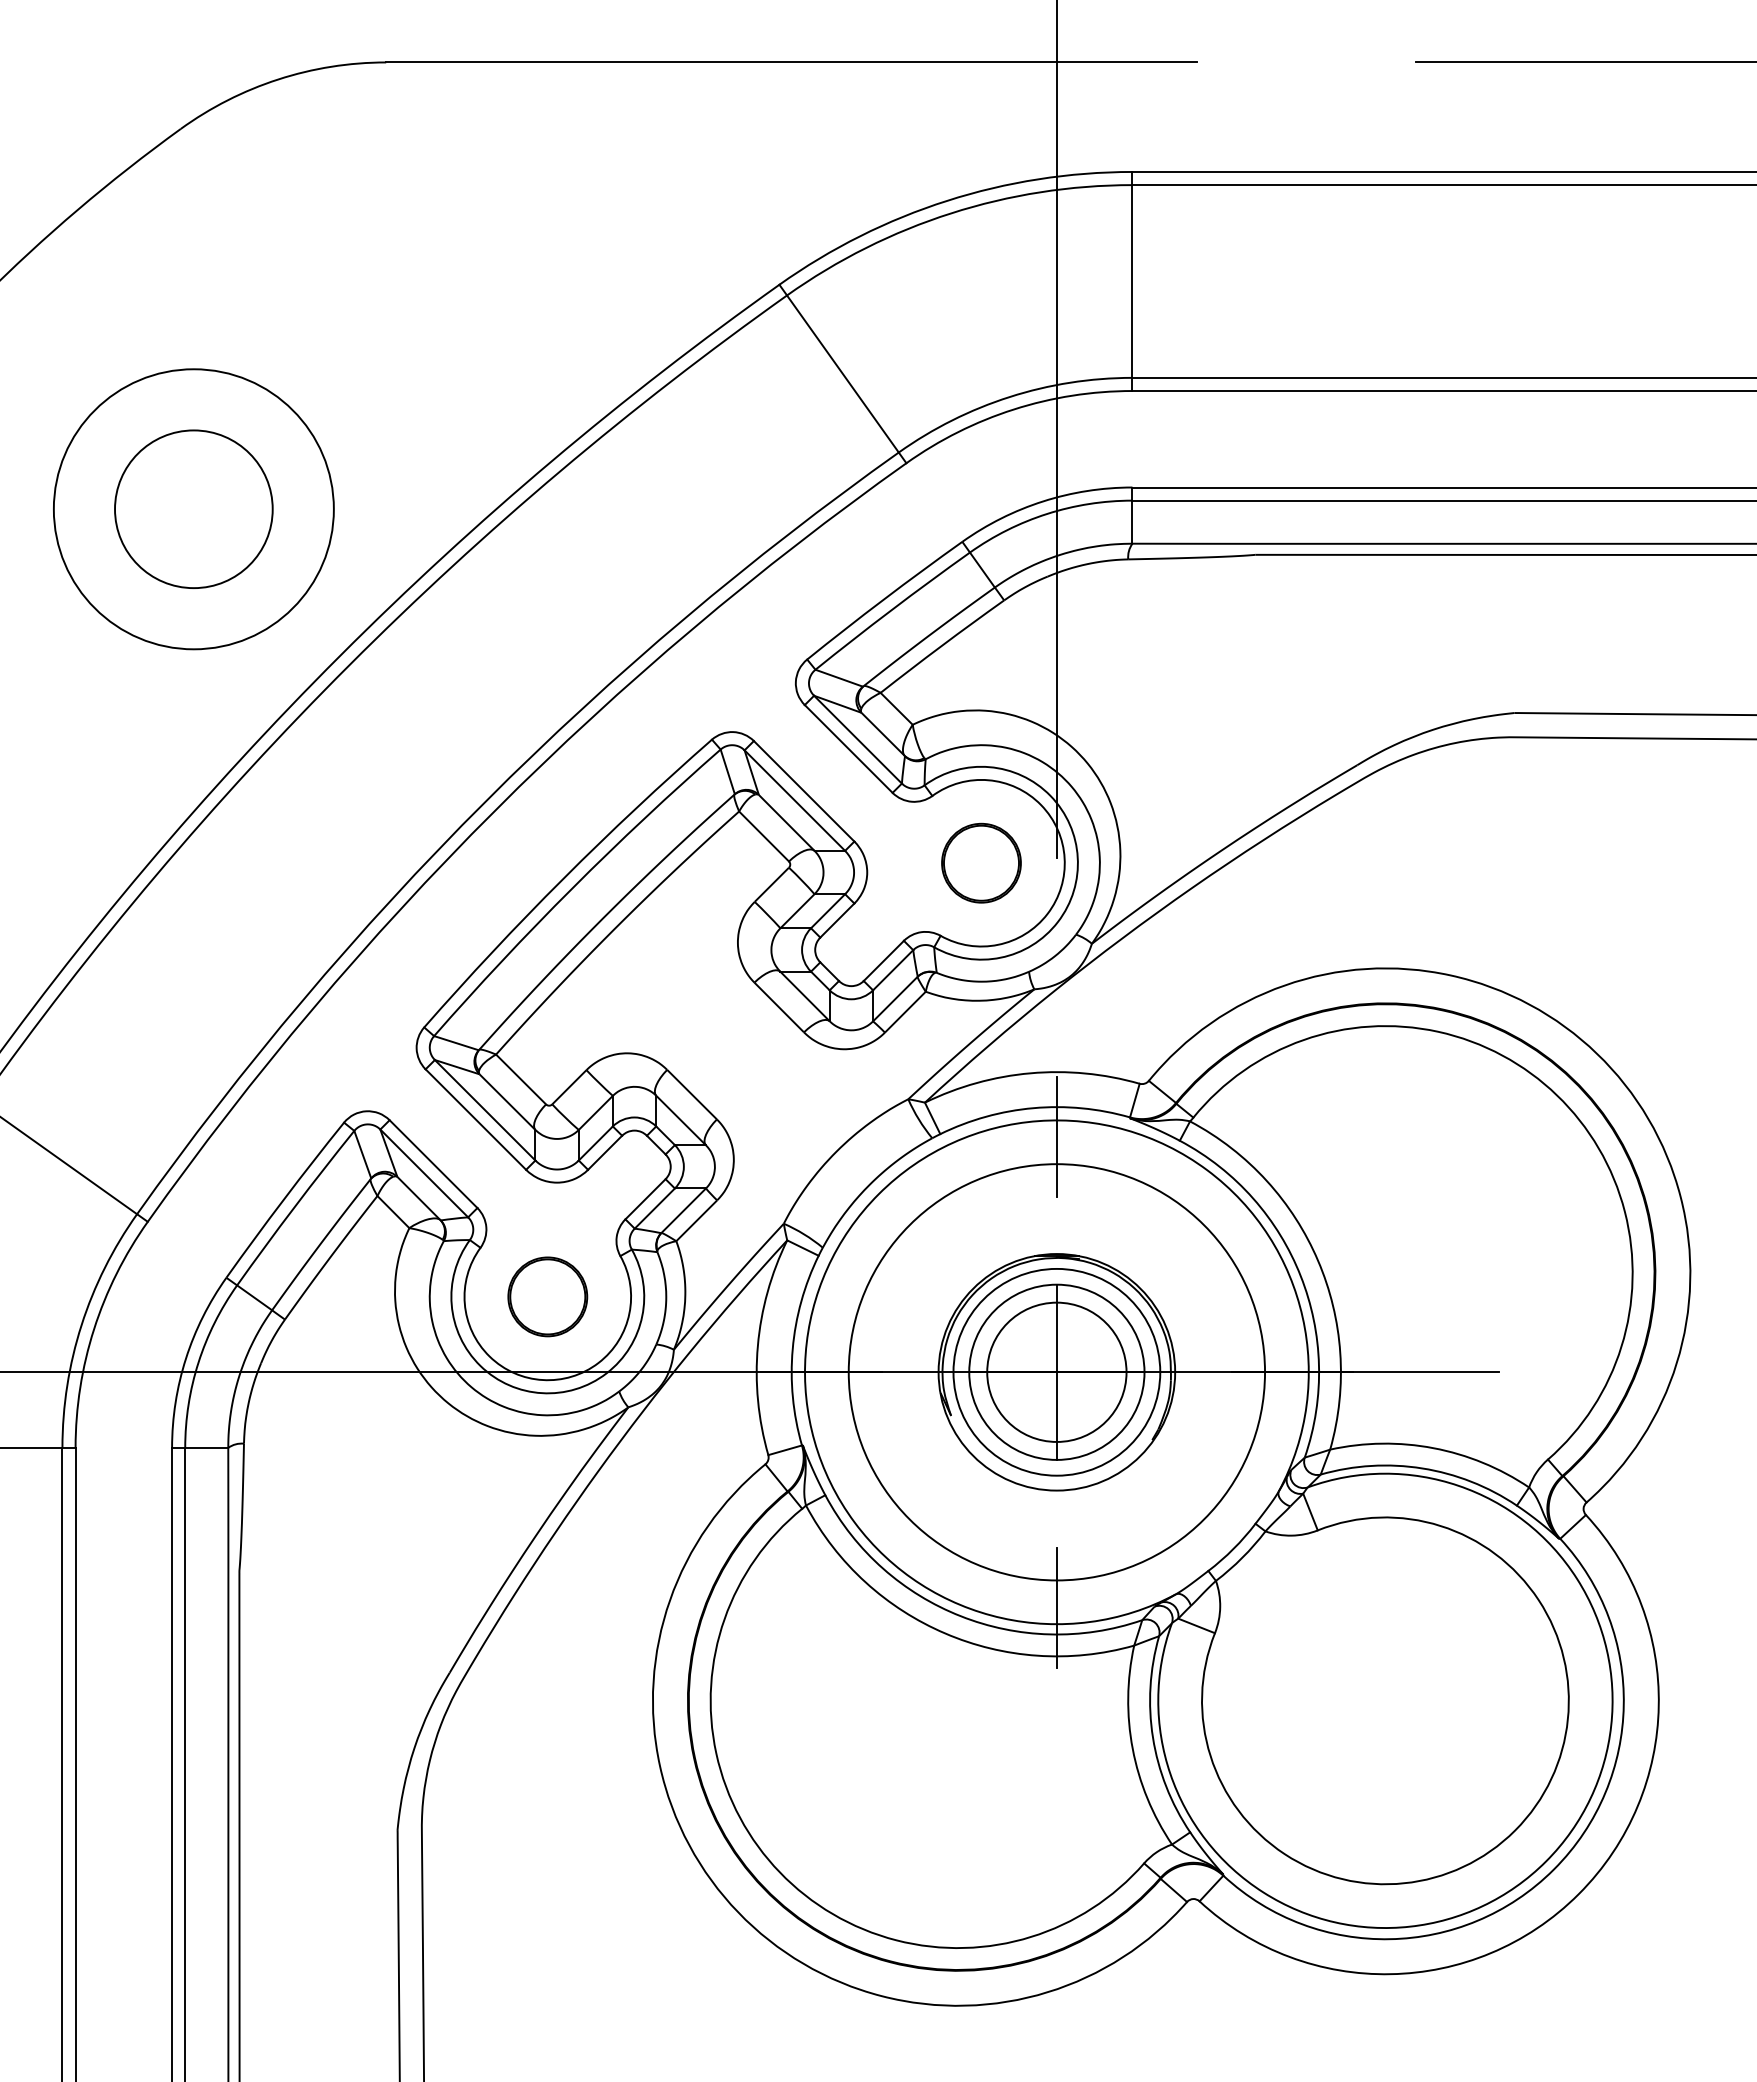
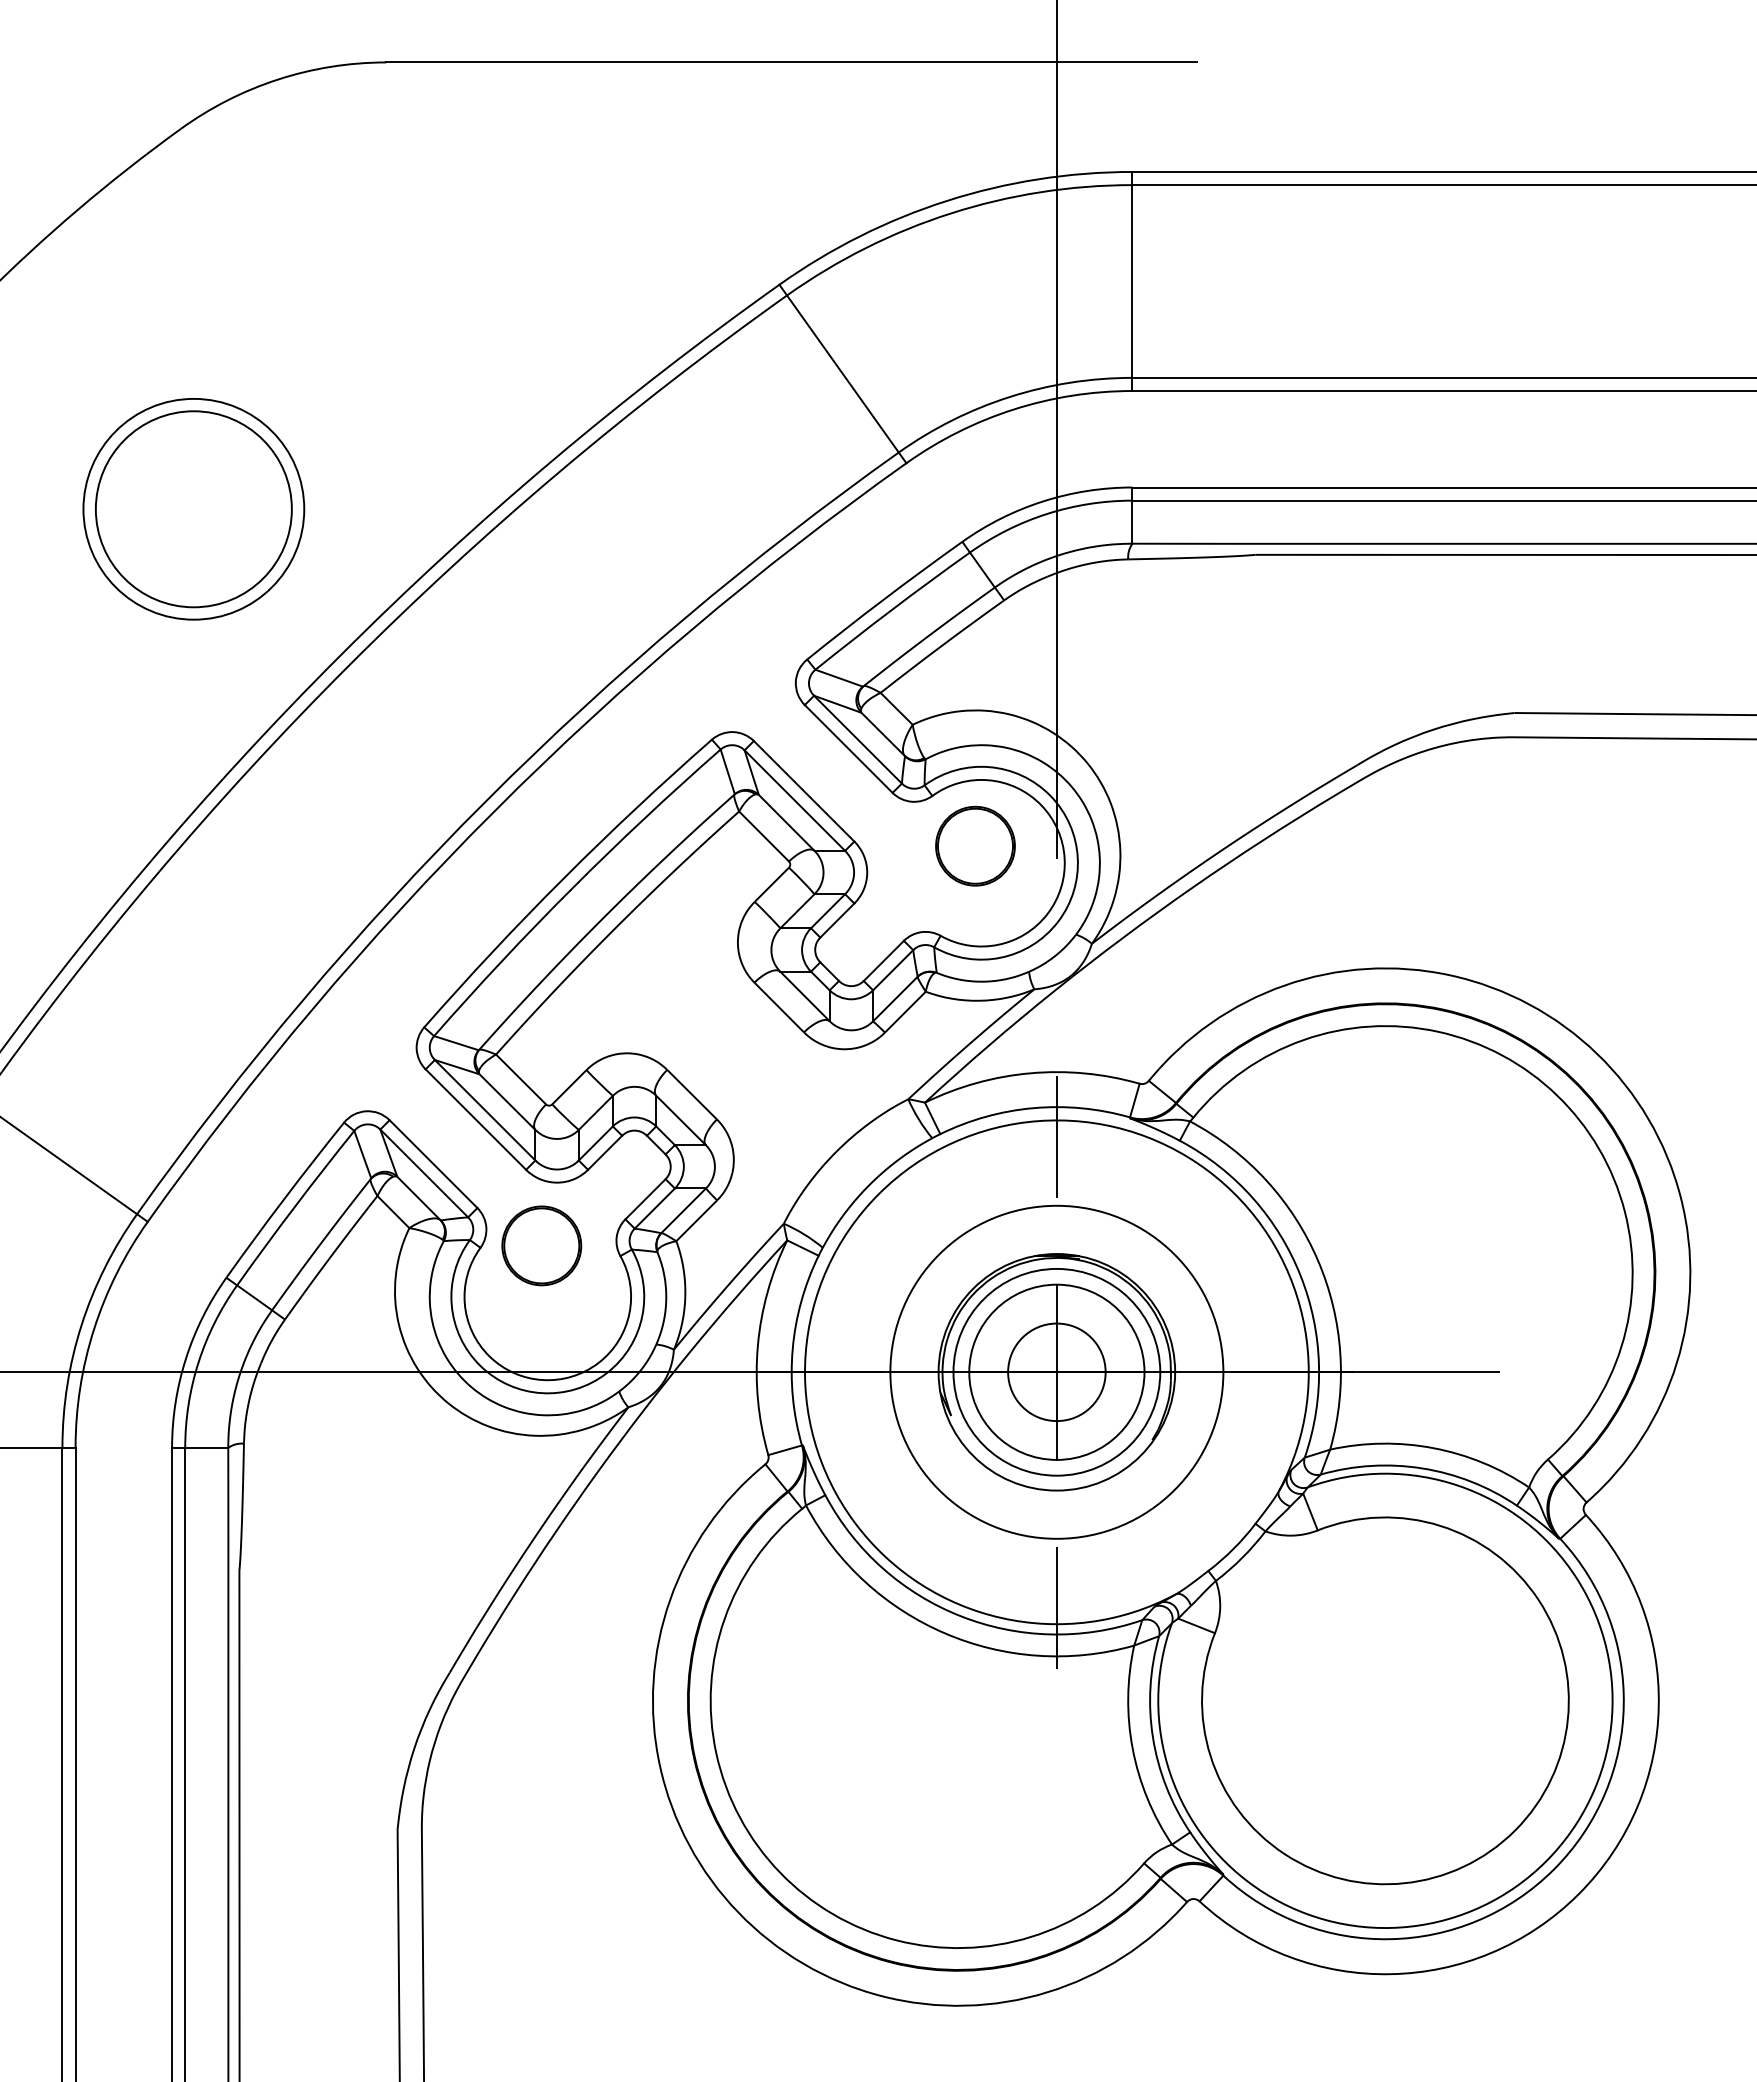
line at (1584, 62): present -> none
circle at (193, 509) diameter: 158 px -> 221 px
circle at (193, 509) diameter: 280 px -> 196 px
part at (981, 862) position: (981, 862) -> (975, 845)
part at (547, 1296) position: (547, 1296) -> (541, 1245)
circle at (1056, 1371) diameter: 139 px -> 98 px
circle at (1056, 1372) diameter: 416 px -> 333 px
